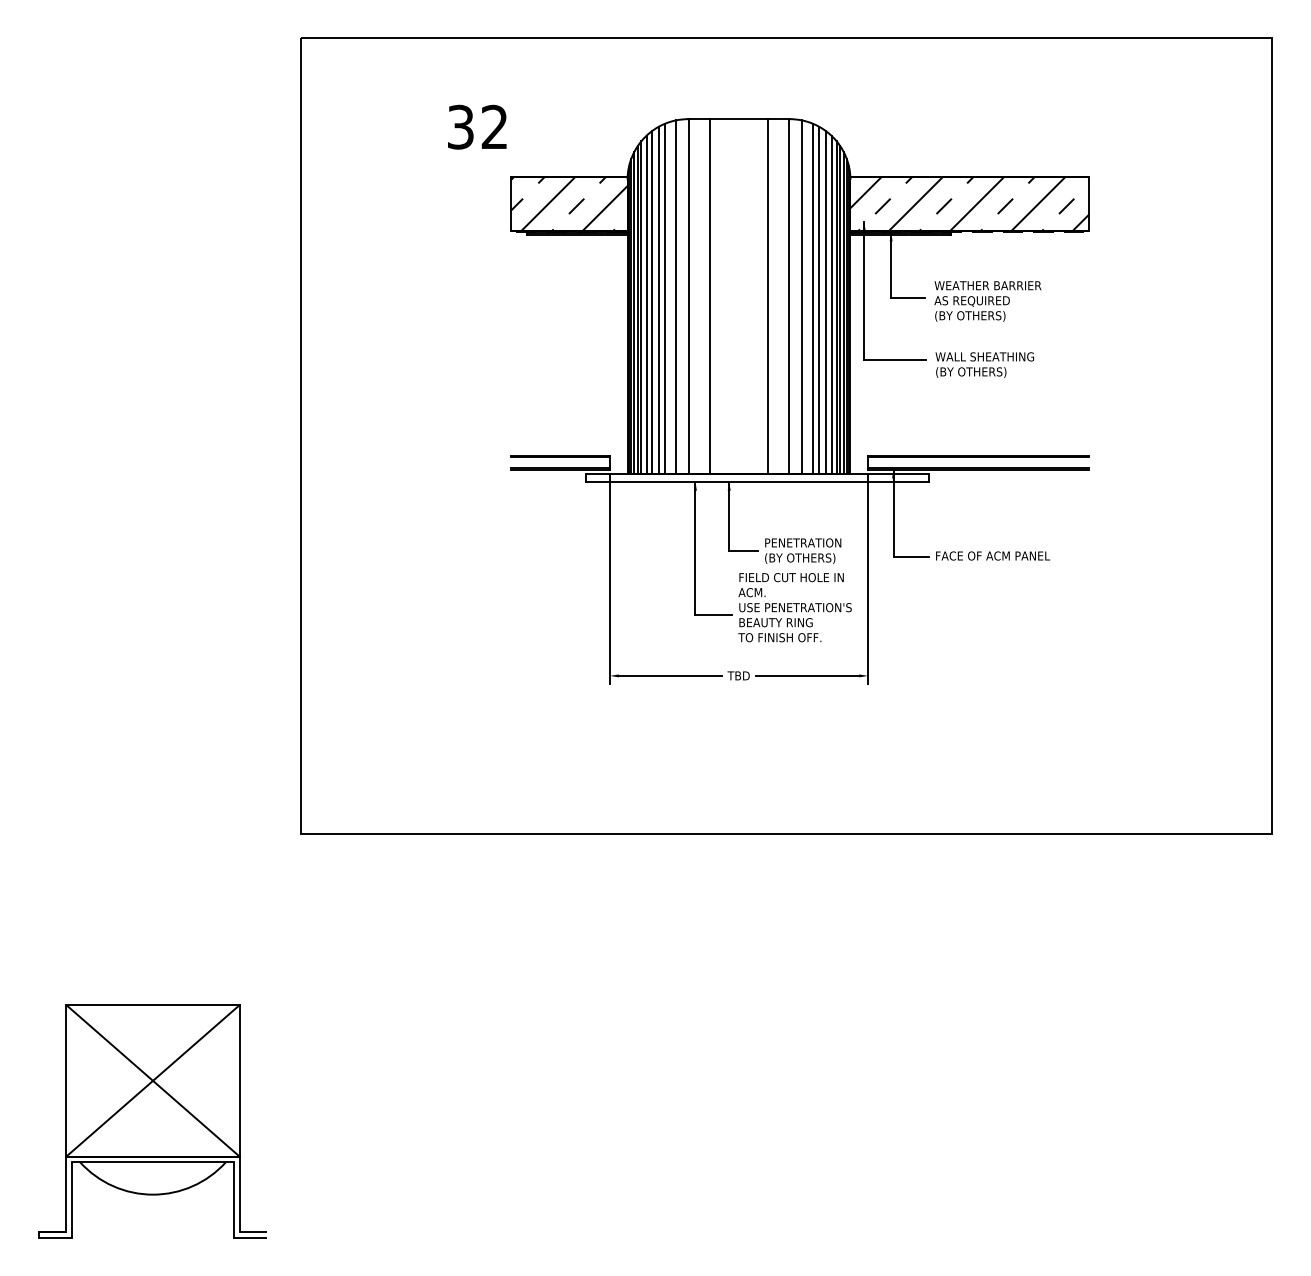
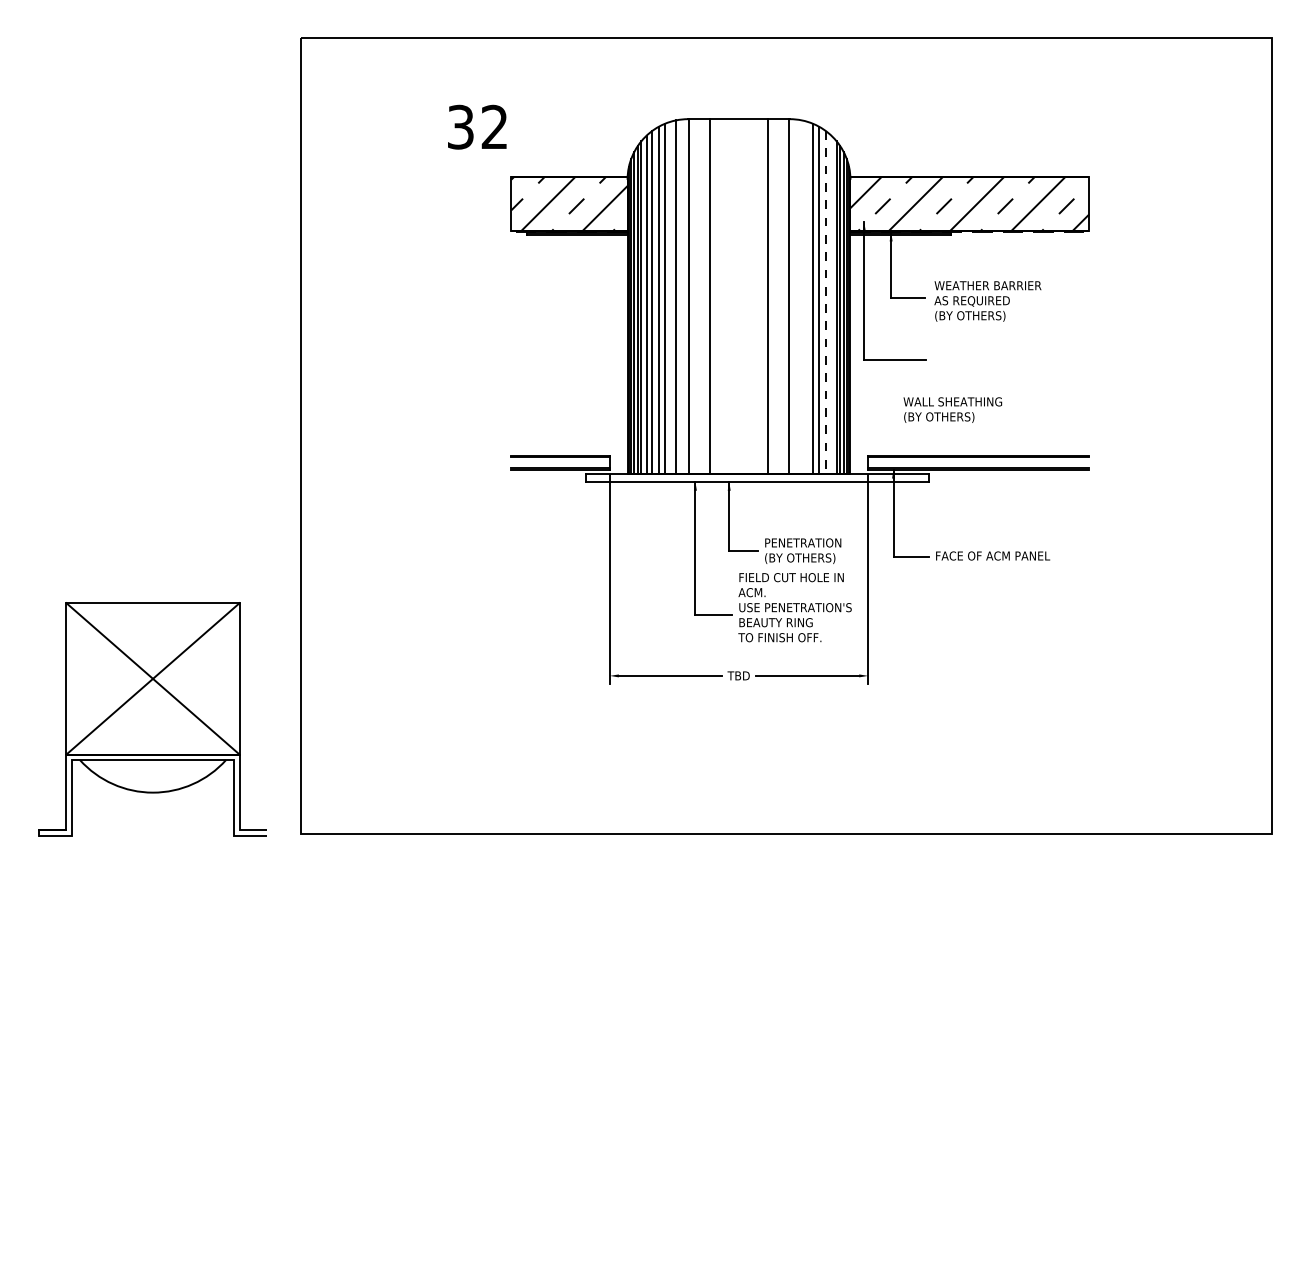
line at (802, 296): present -> none
line at (825, 302): solid -> dashed
line at (831, 304): present -> none
text at (984, 364) position: (984, 364) -> (952, 409)
part at (152, 1121) position: (152, 1121) -> (152, 719)
